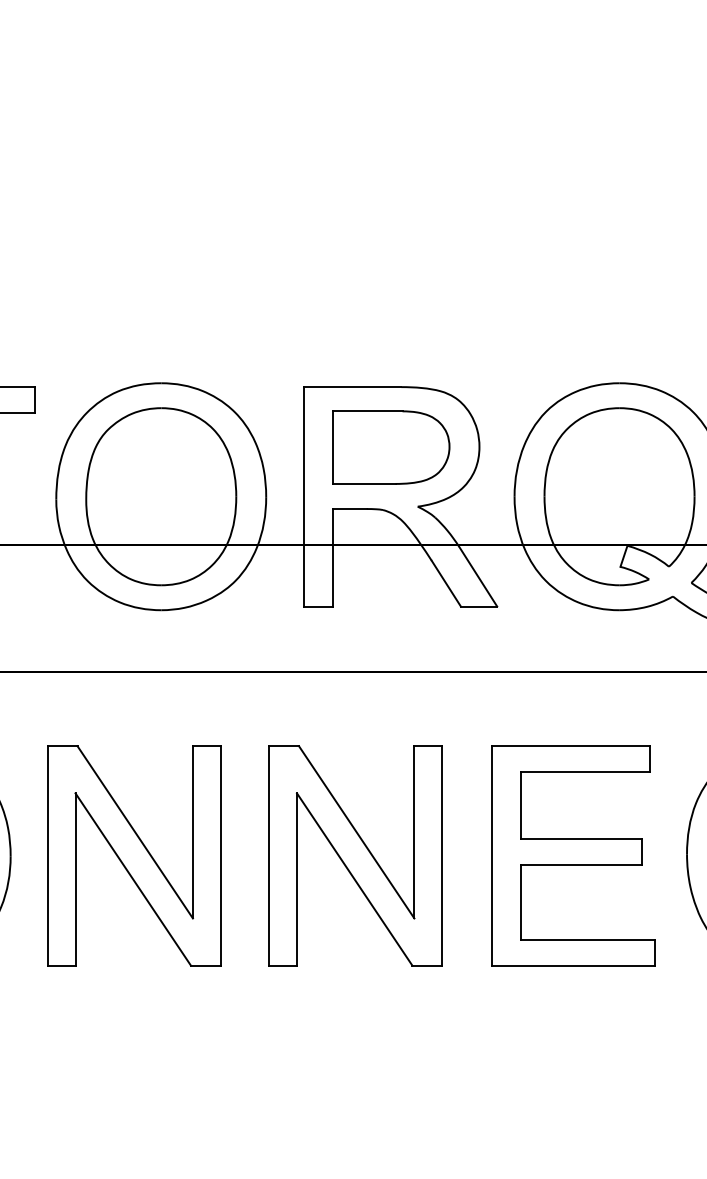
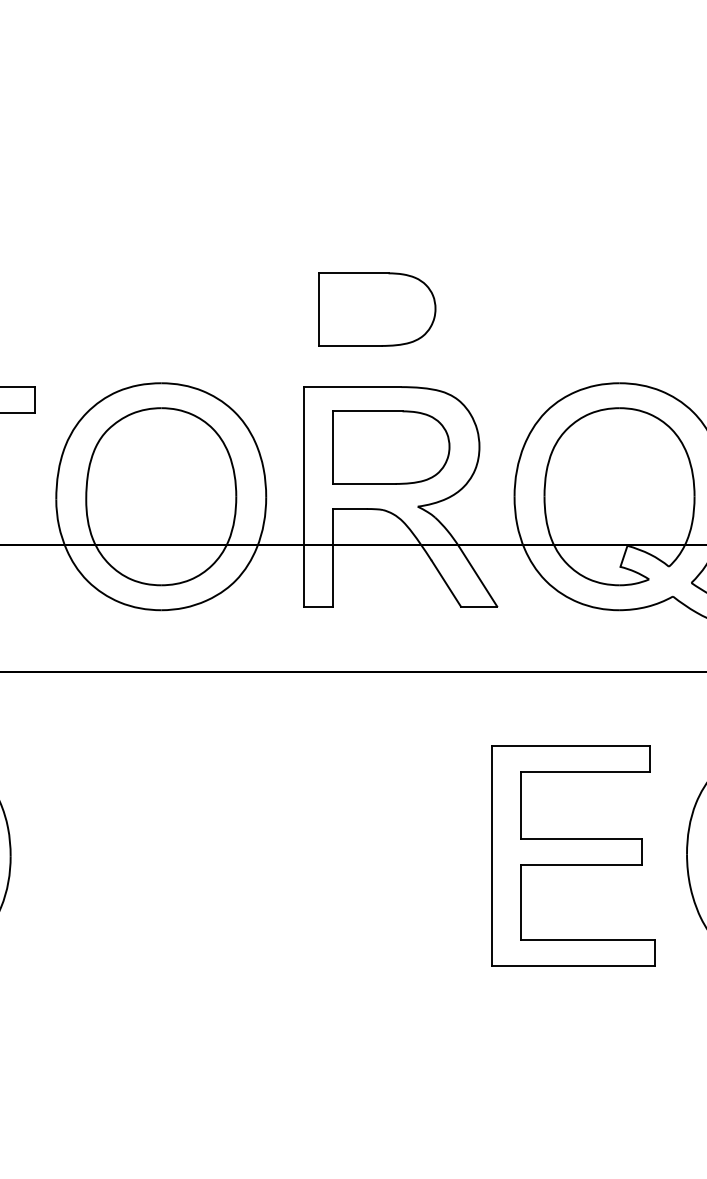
part at (377, 309): none -> present
part at (134, 855): present -> none
part at (355, 855): present -> none
